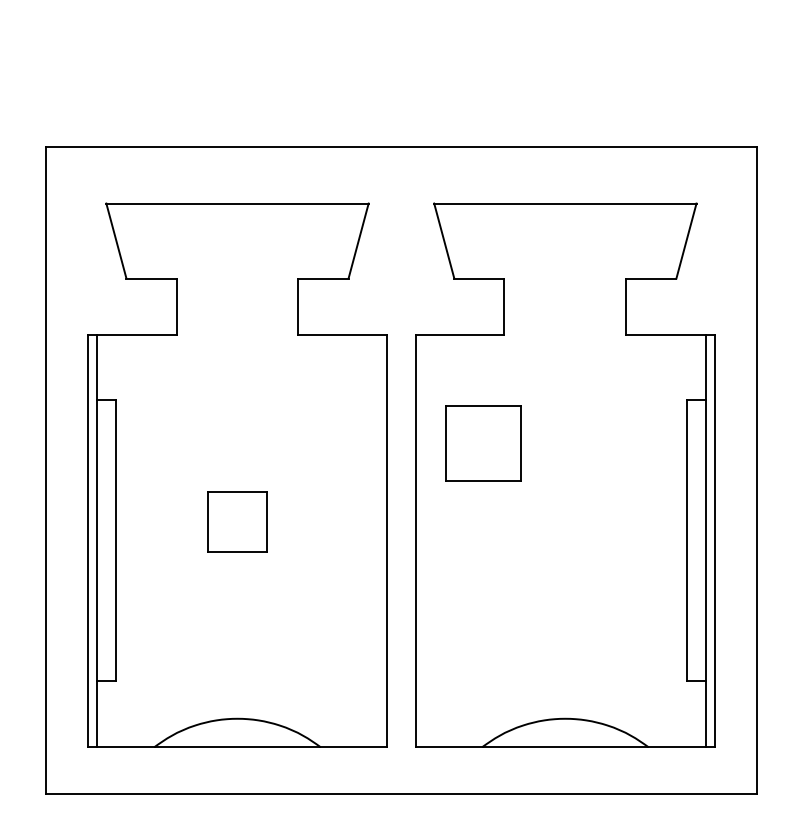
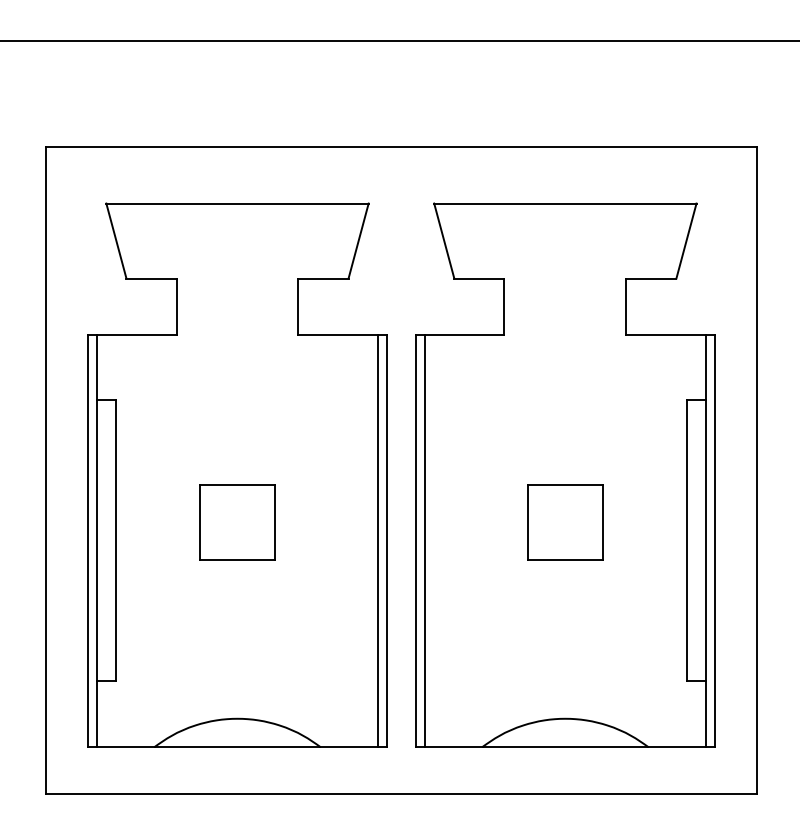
line at (399, 41): none -> present
part at (483, 443) position: (483, 443) -> (565, 522)
part at (237, 521) size: 61x62 px -> 77x77 px
line at (378, 540): none -> present
line at (424, 540): none -> present
